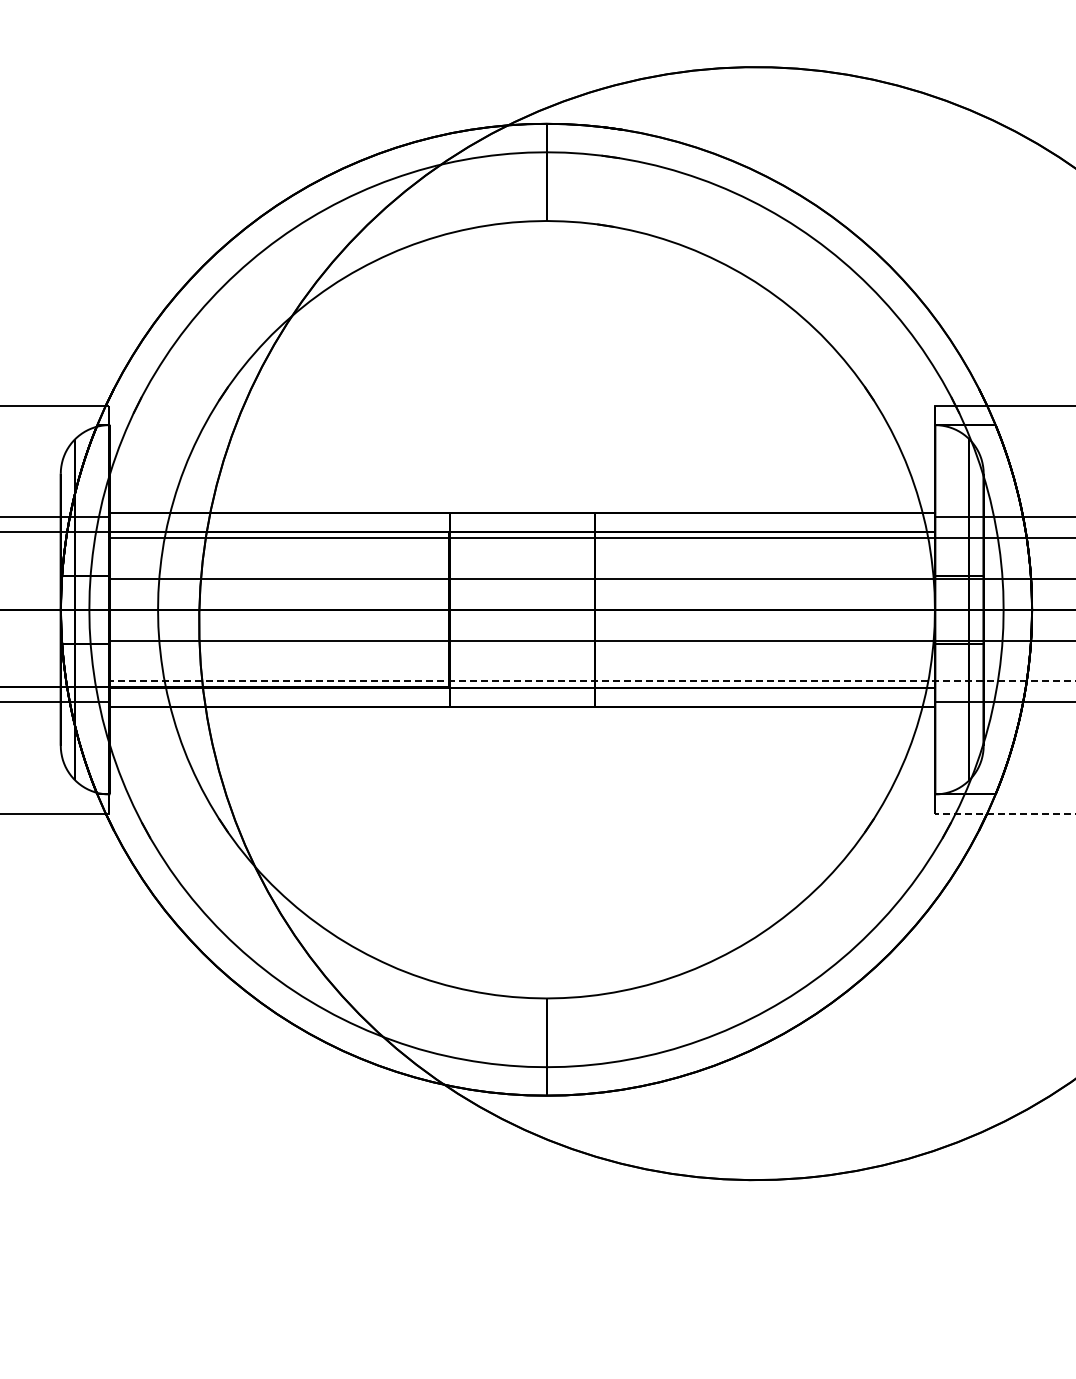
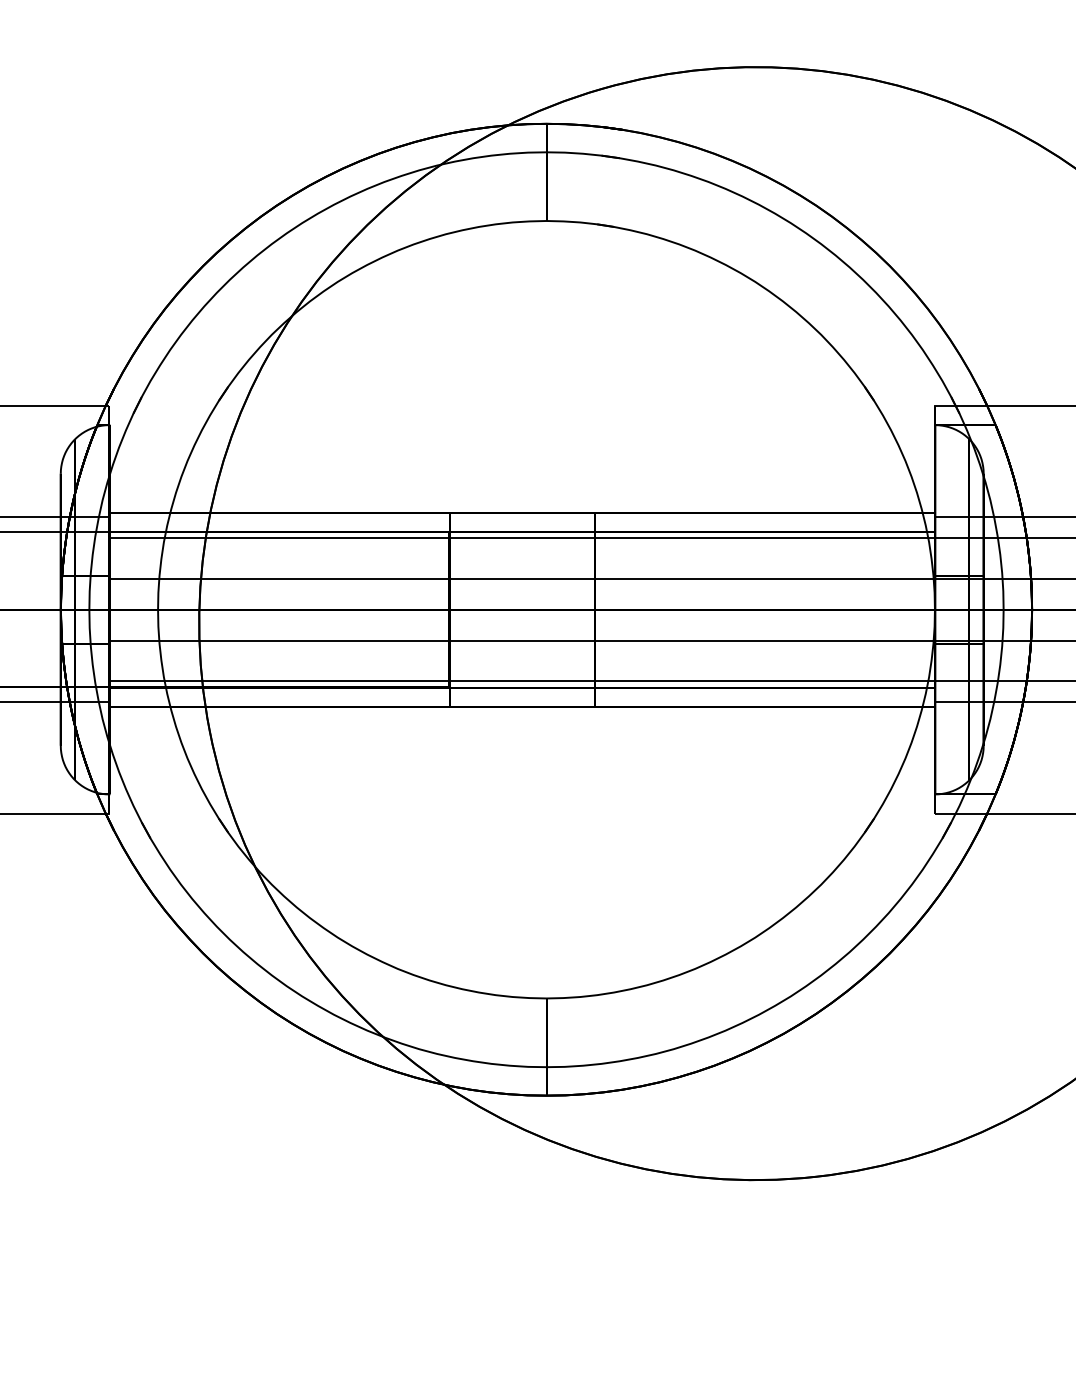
line at (592, 681): dashed -> solid
line at (1005, 813): dashed -> solid
